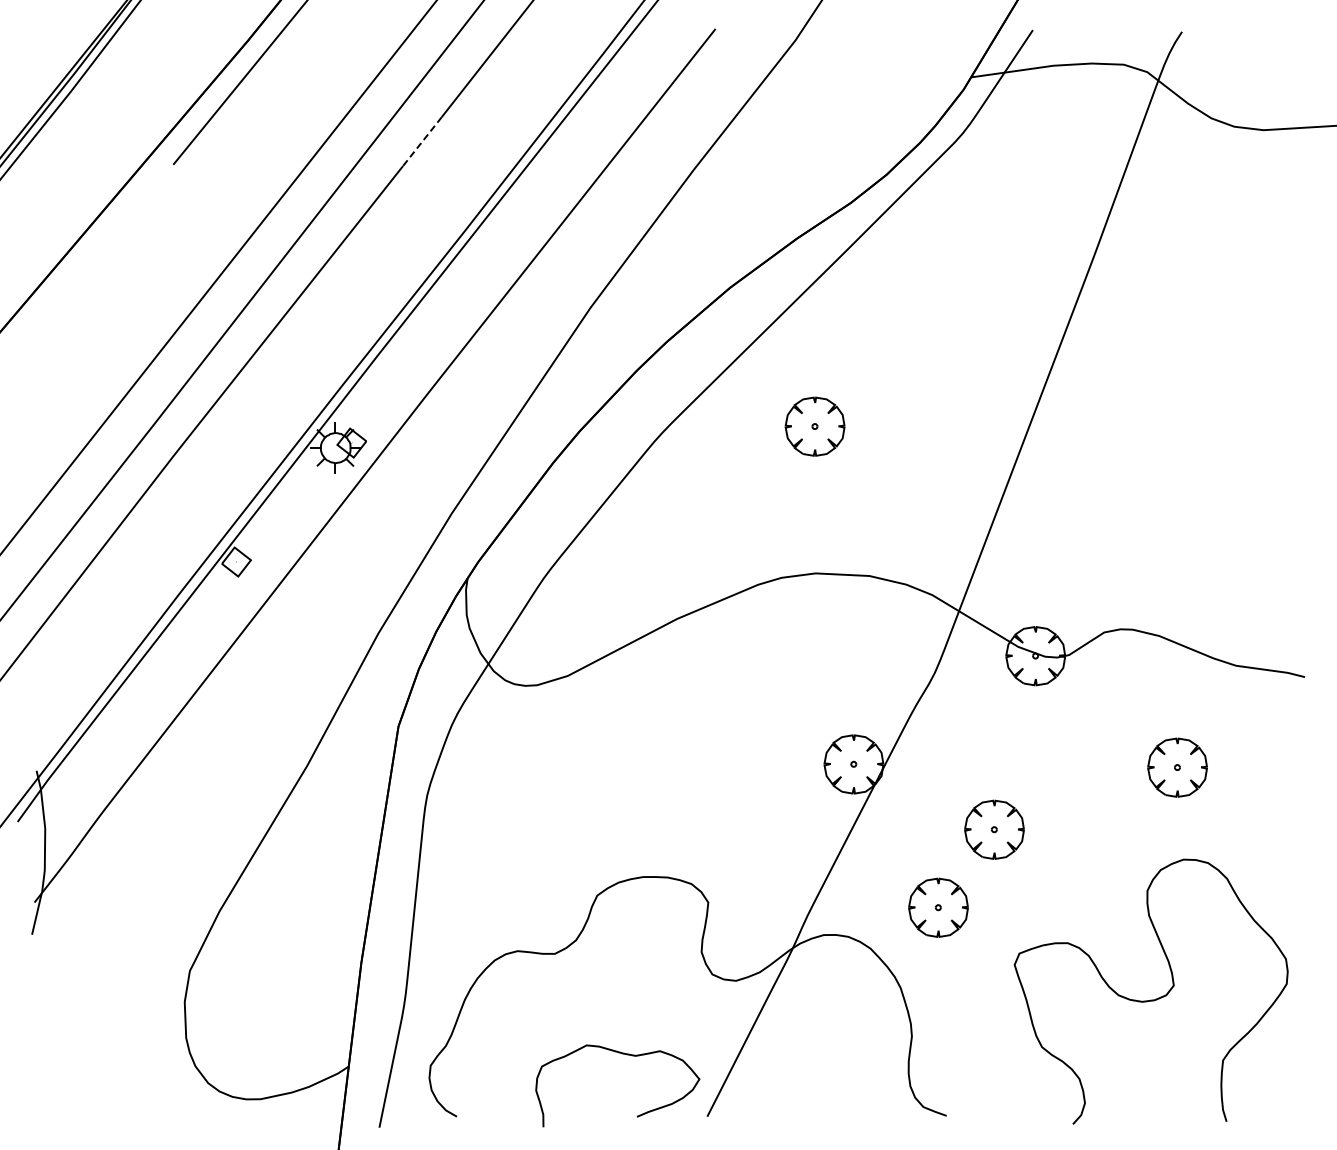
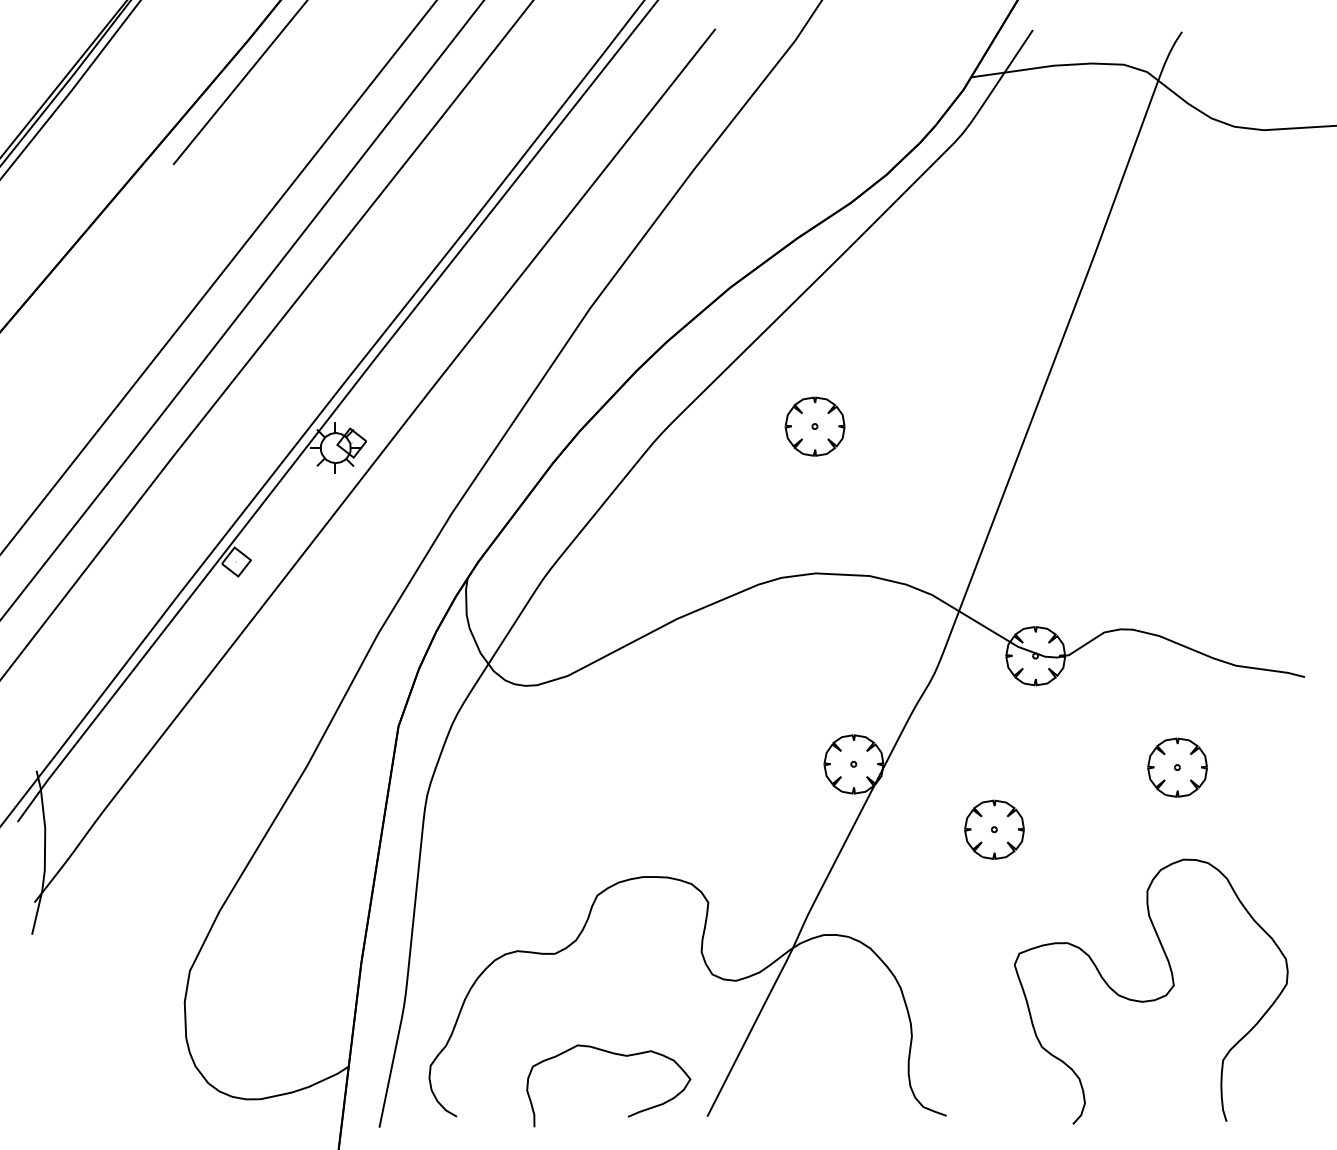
line at (422, 142): dashed -> solid
part at (938, 907): present -> none
curve at (626, 1055) position: (626, 1055) -> (617, 1055)
